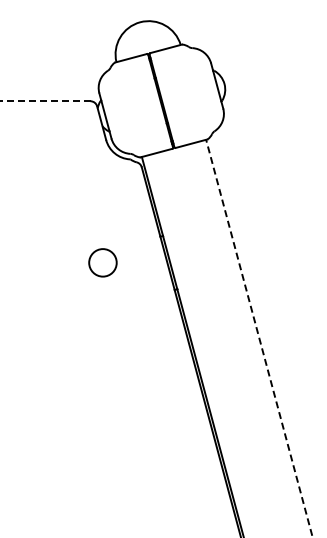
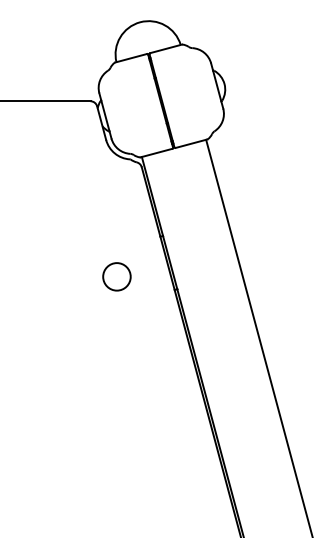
line at (45, 101): dashed -> solid
circle at (102, 262) position: (102, 262) -> (116, 276)
line at (259, 338): dashed -> solid
